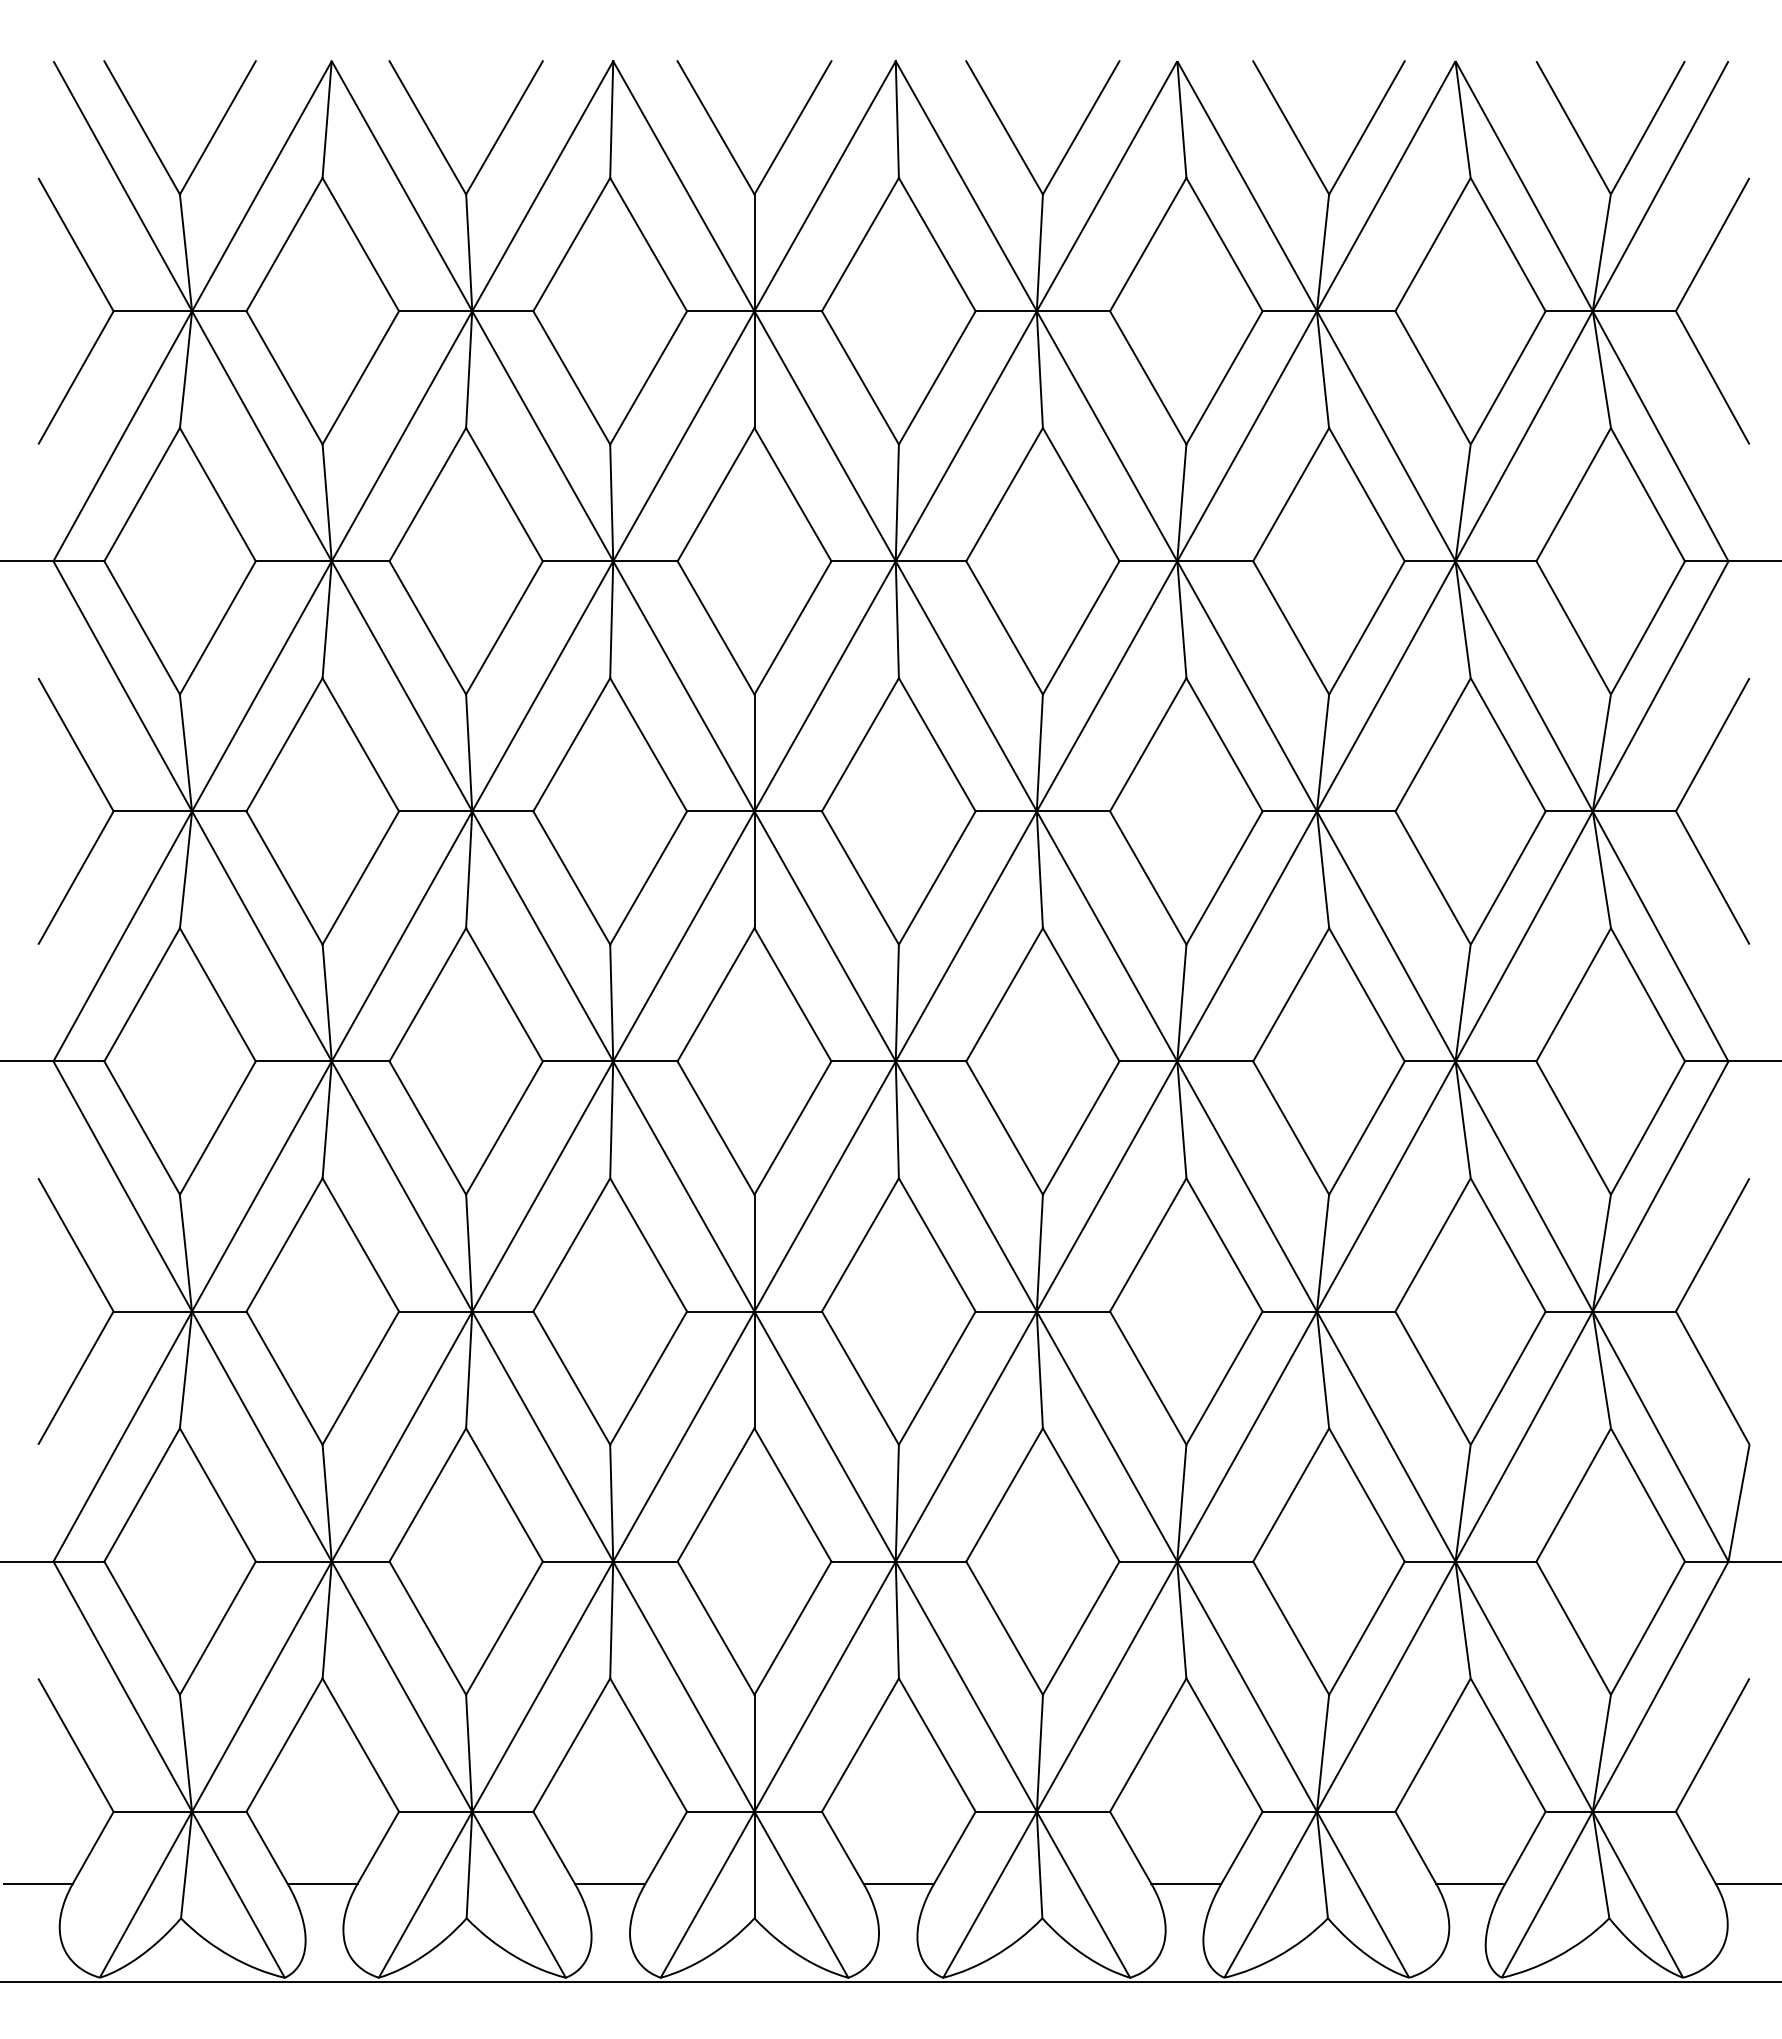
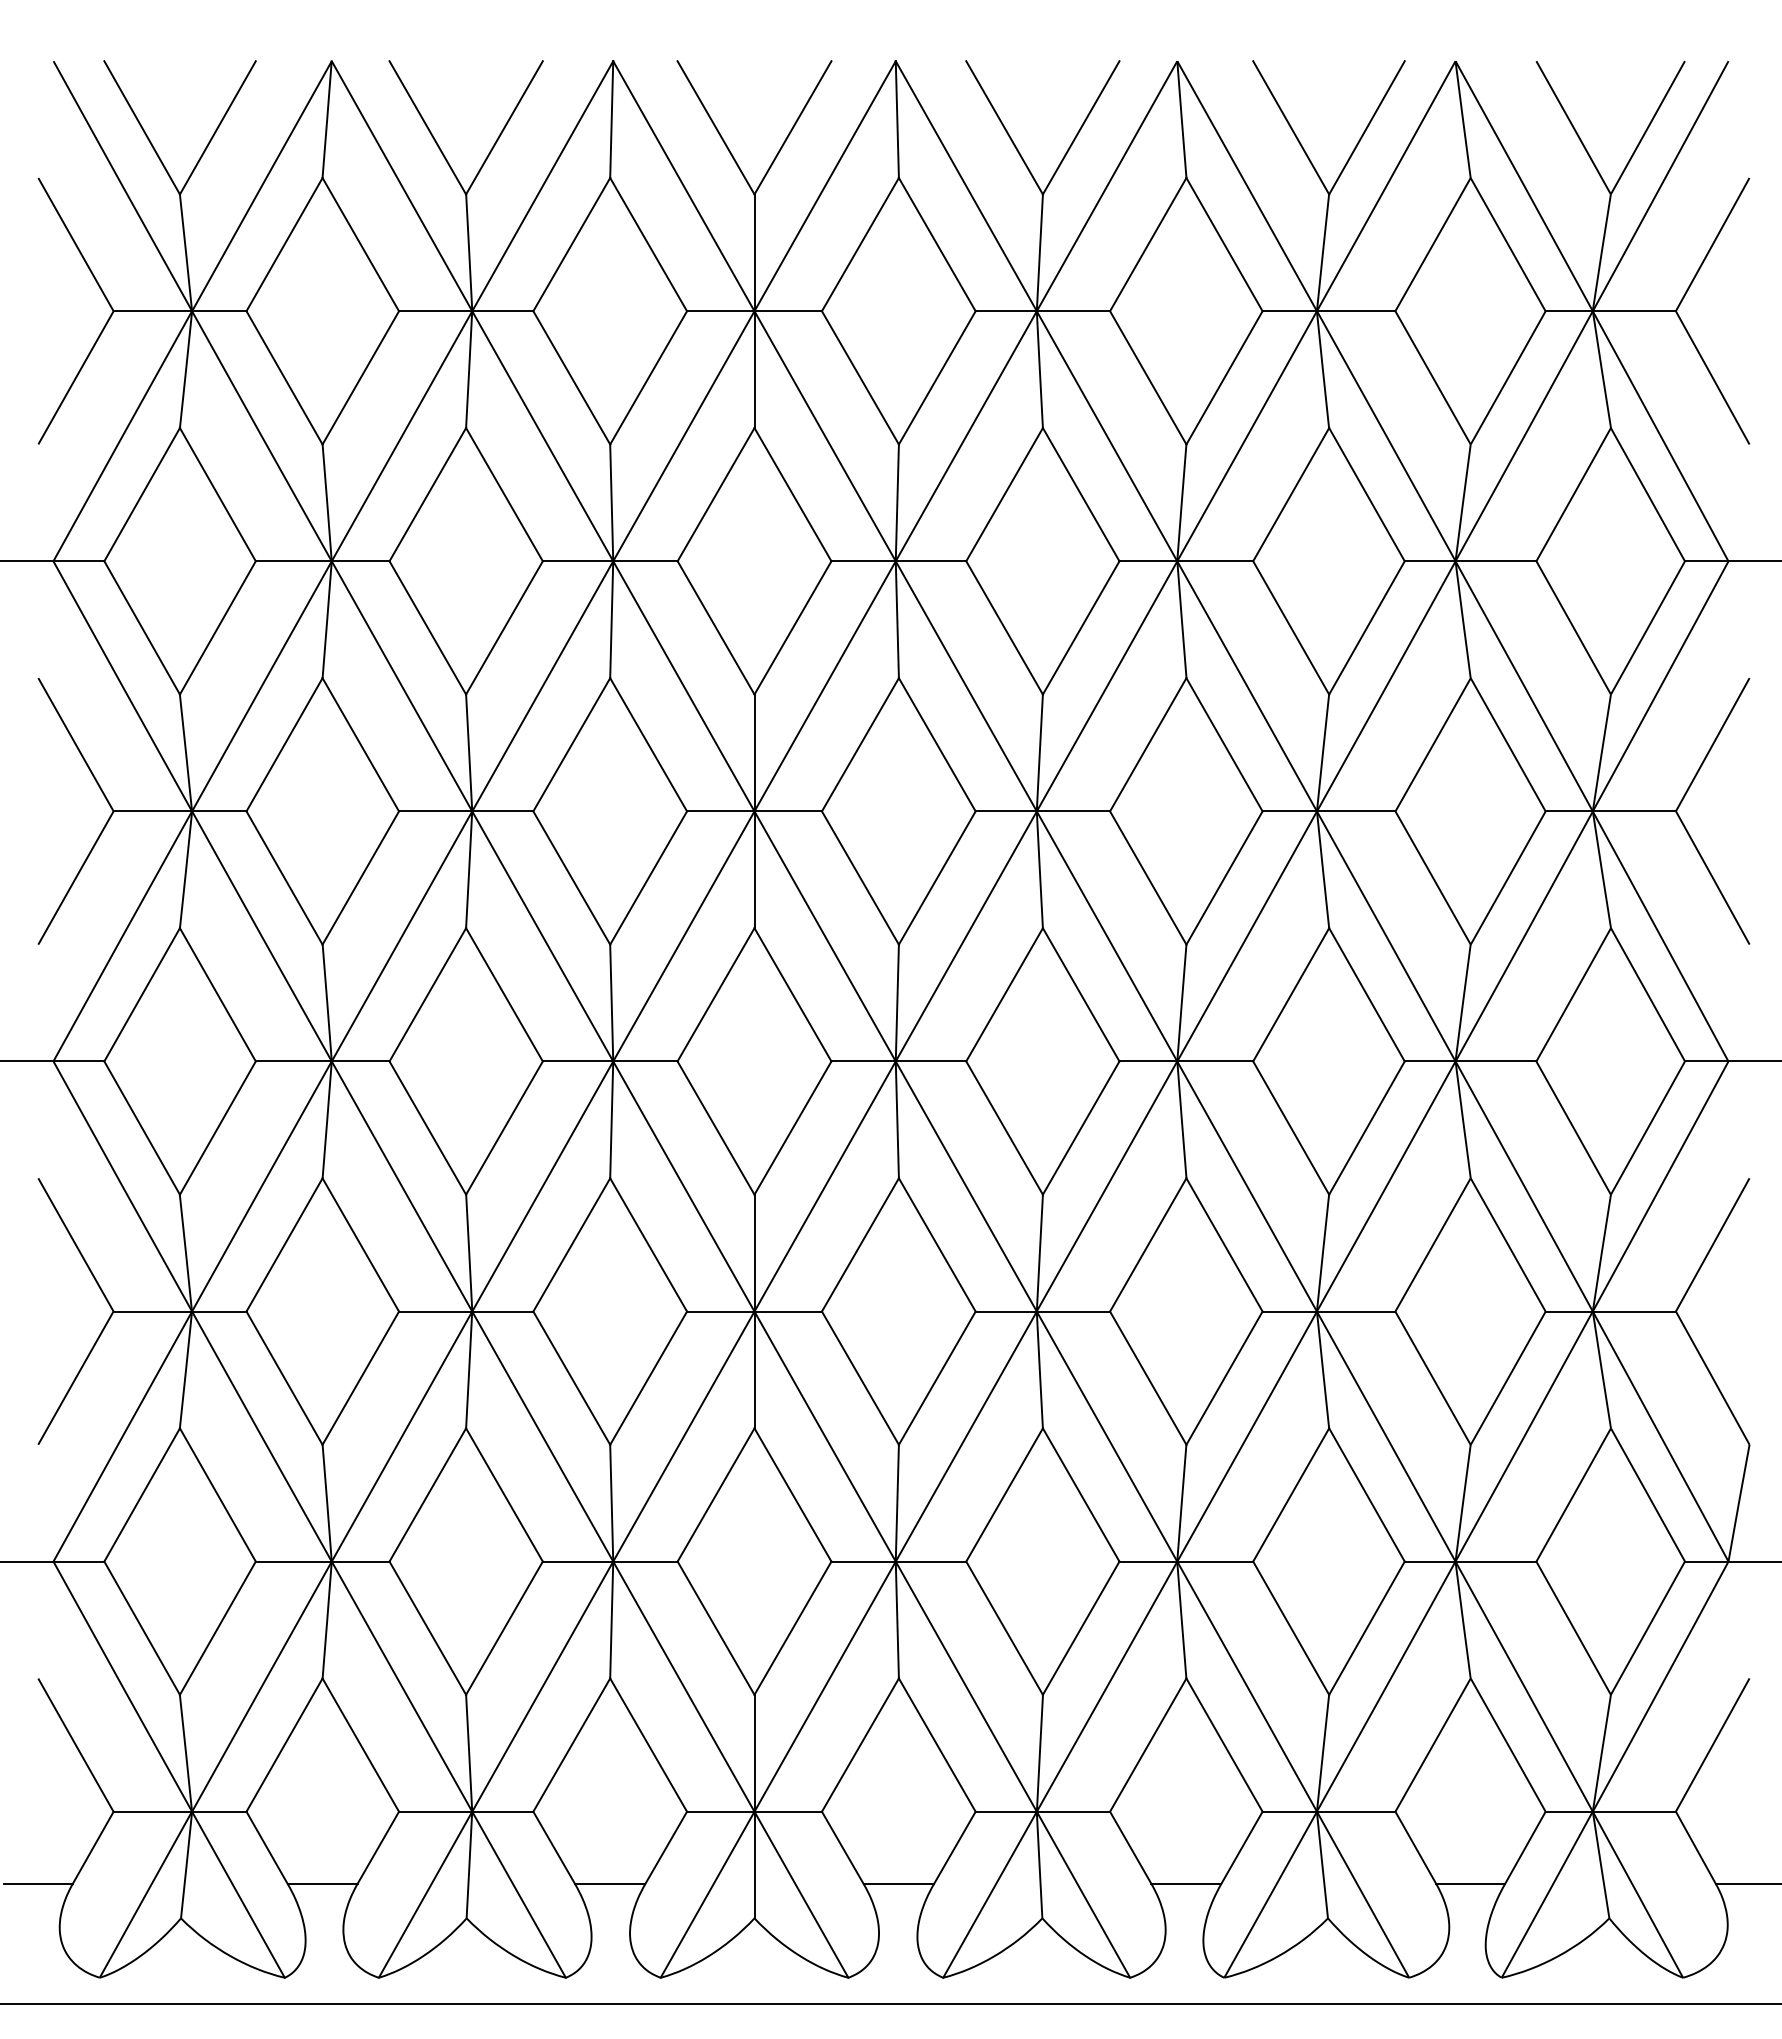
line at (890, 1981) position: (890, 1981) -> (890, 2003)
